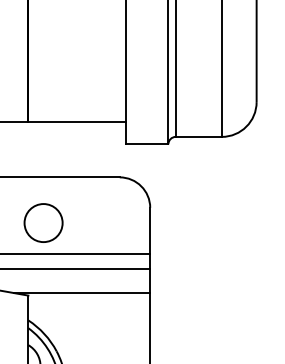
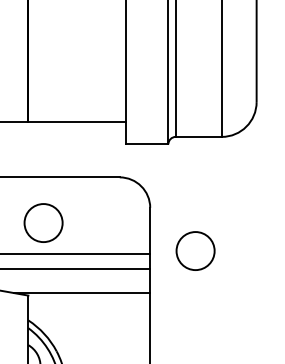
circle at (195, 250): none -> present
